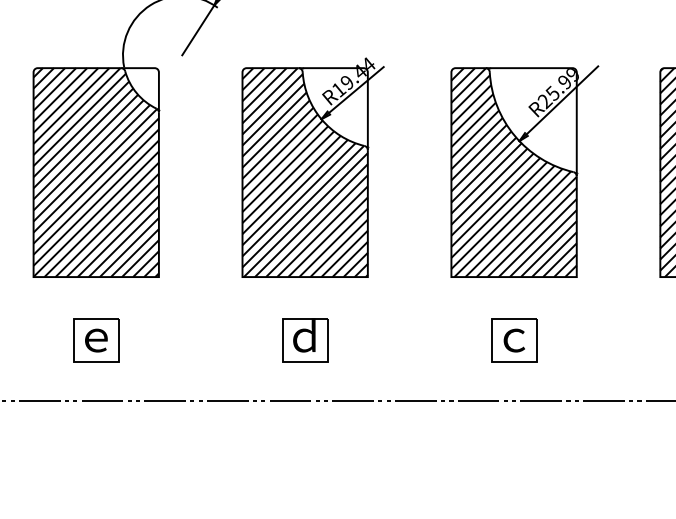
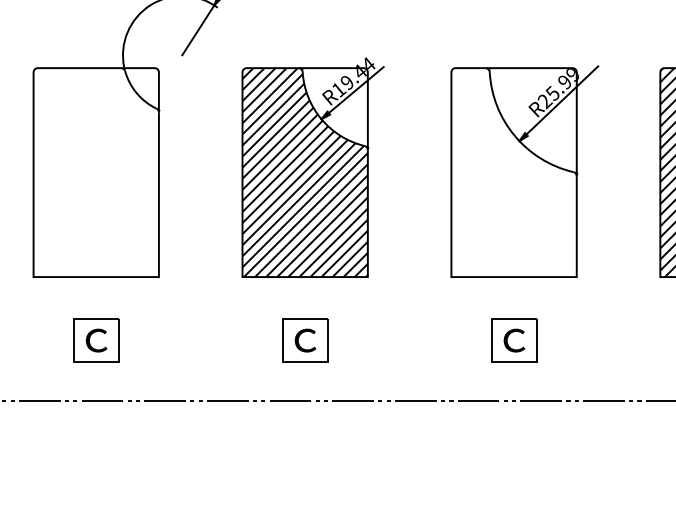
hatch at (95, 172): present -> none
hatch at (513, 172): present -> none
text at (304, 336): ｄ -> ｃ
text at (96, 340): ｅ -> ｃ
